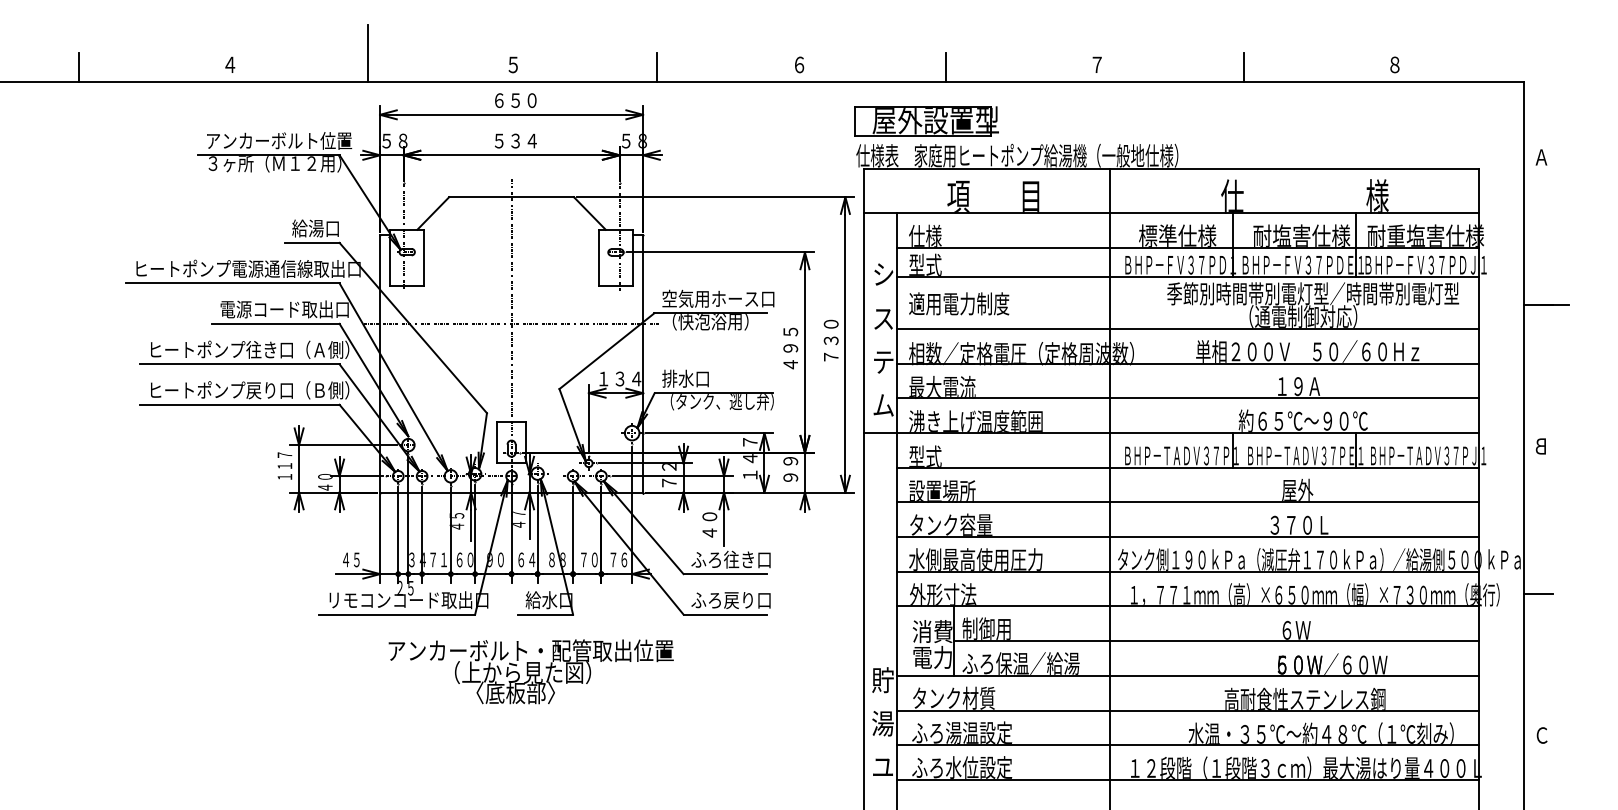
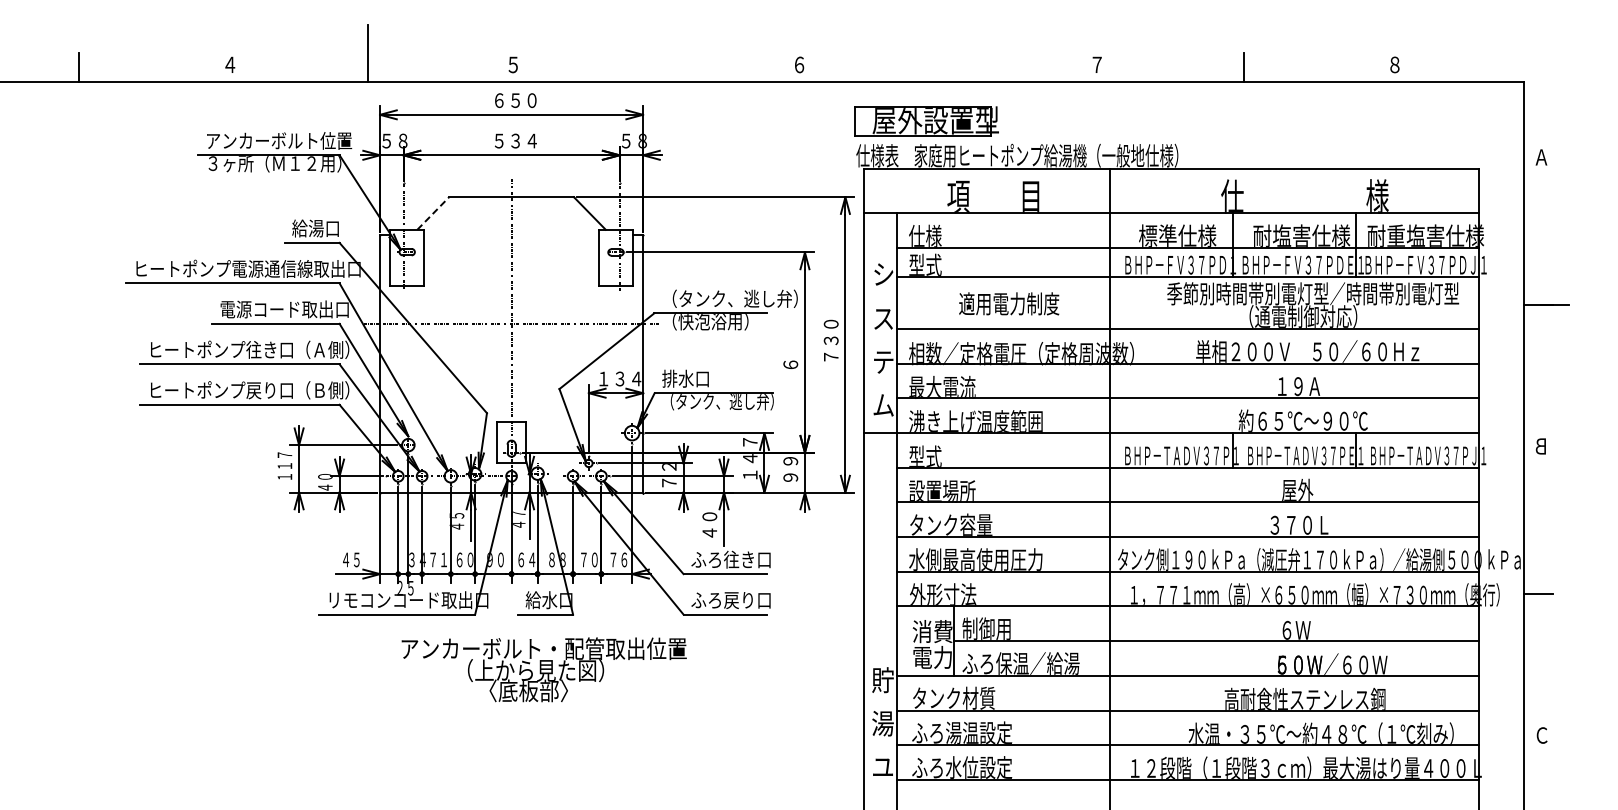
line at (657, 67): present -> none
line at (946, 67): present -> none
line at (433, 213): solid -> dashed
text at (729, 298): 空気用ホース口 -> （タンク、逃し弁）
text at (959, 303) position: (959, 303) -> (1009, 303)
text at (790, 348): ４９５ -> ６
text at (530, 671) position: (530, 671) -> (543, 669)
